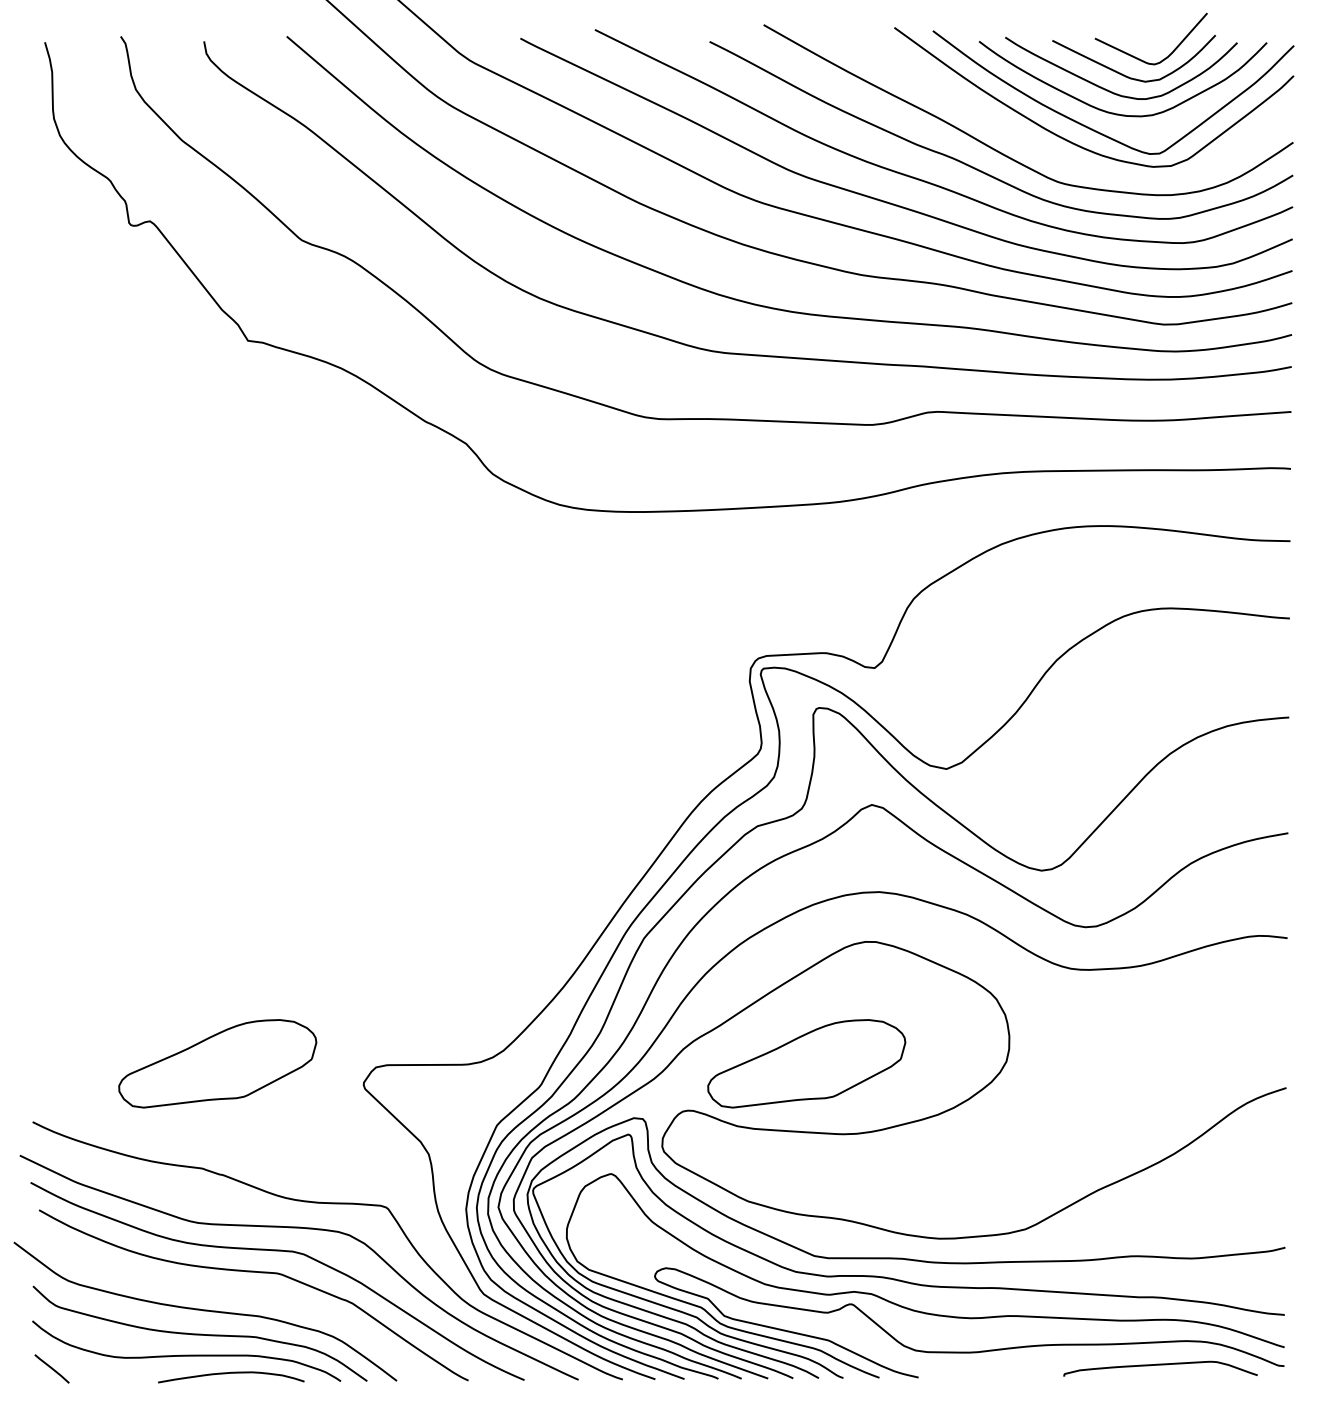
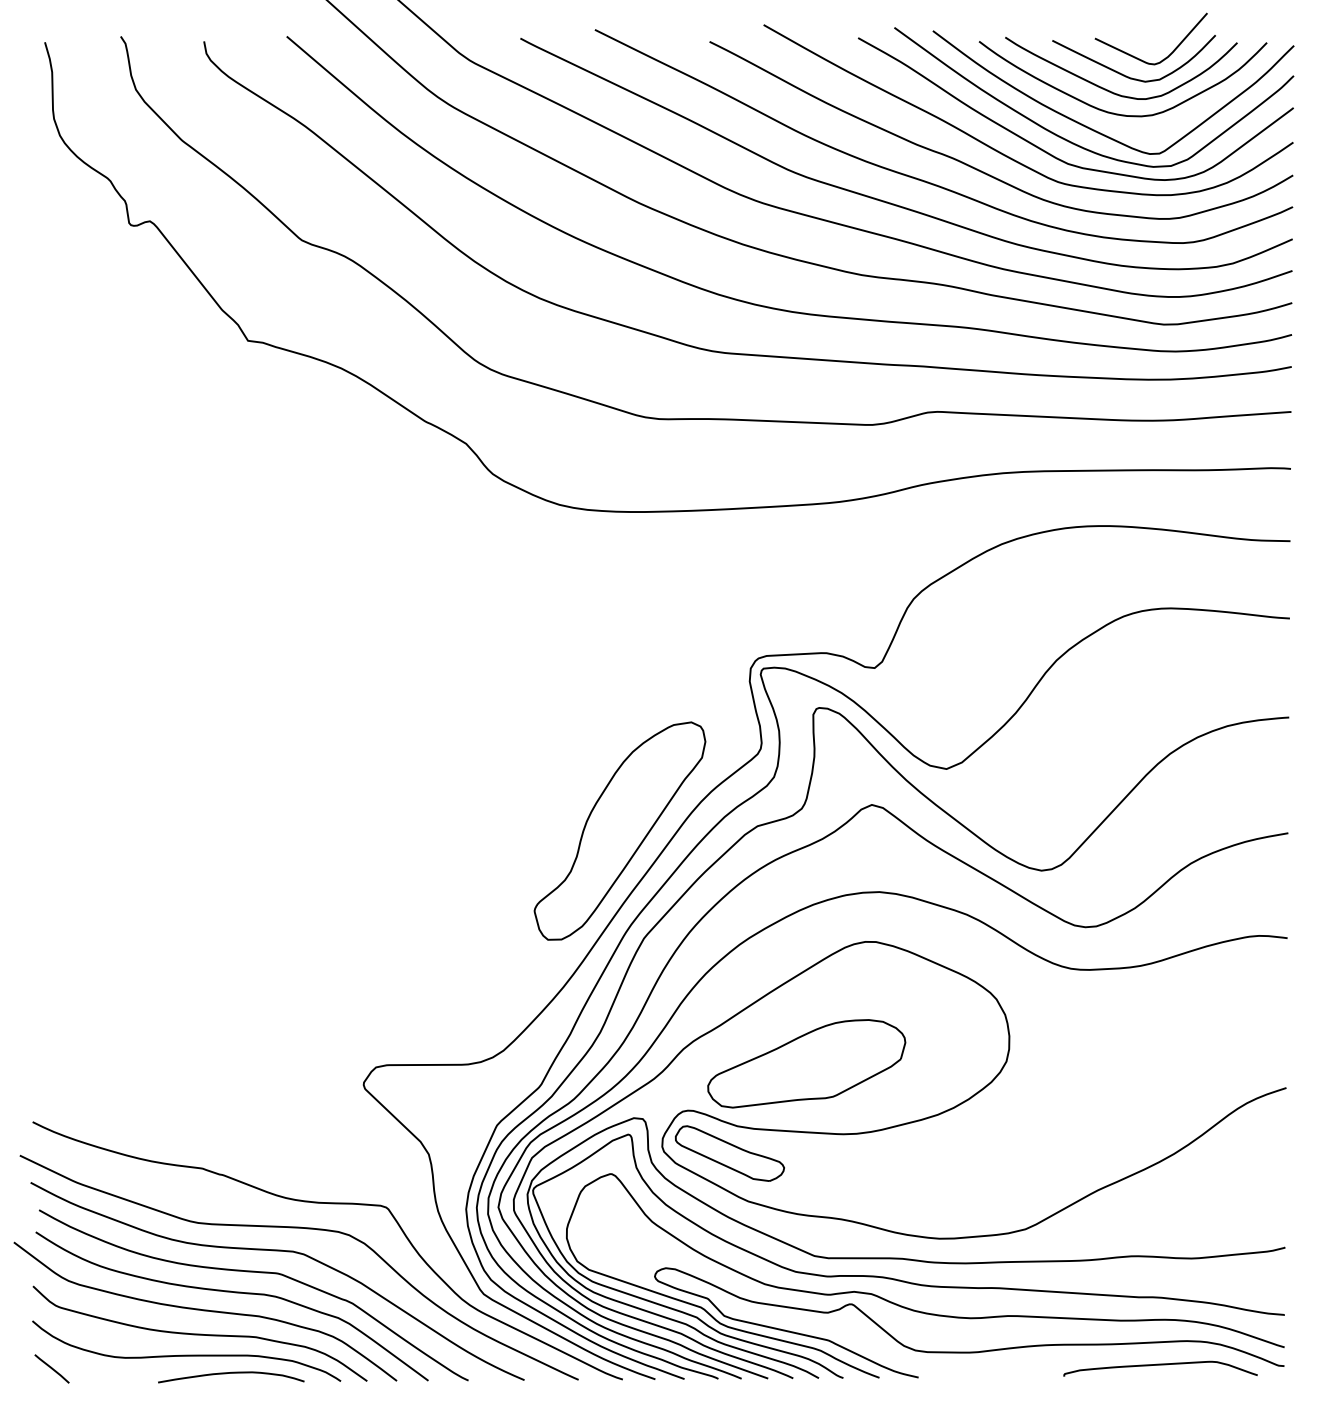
curve at (1052, 154): none -> present
part at (619, 830): none -> present
part at (217, 1063): present -> none
part at (729, 1153): none -> present
curve at (234, 1293): none -> present
